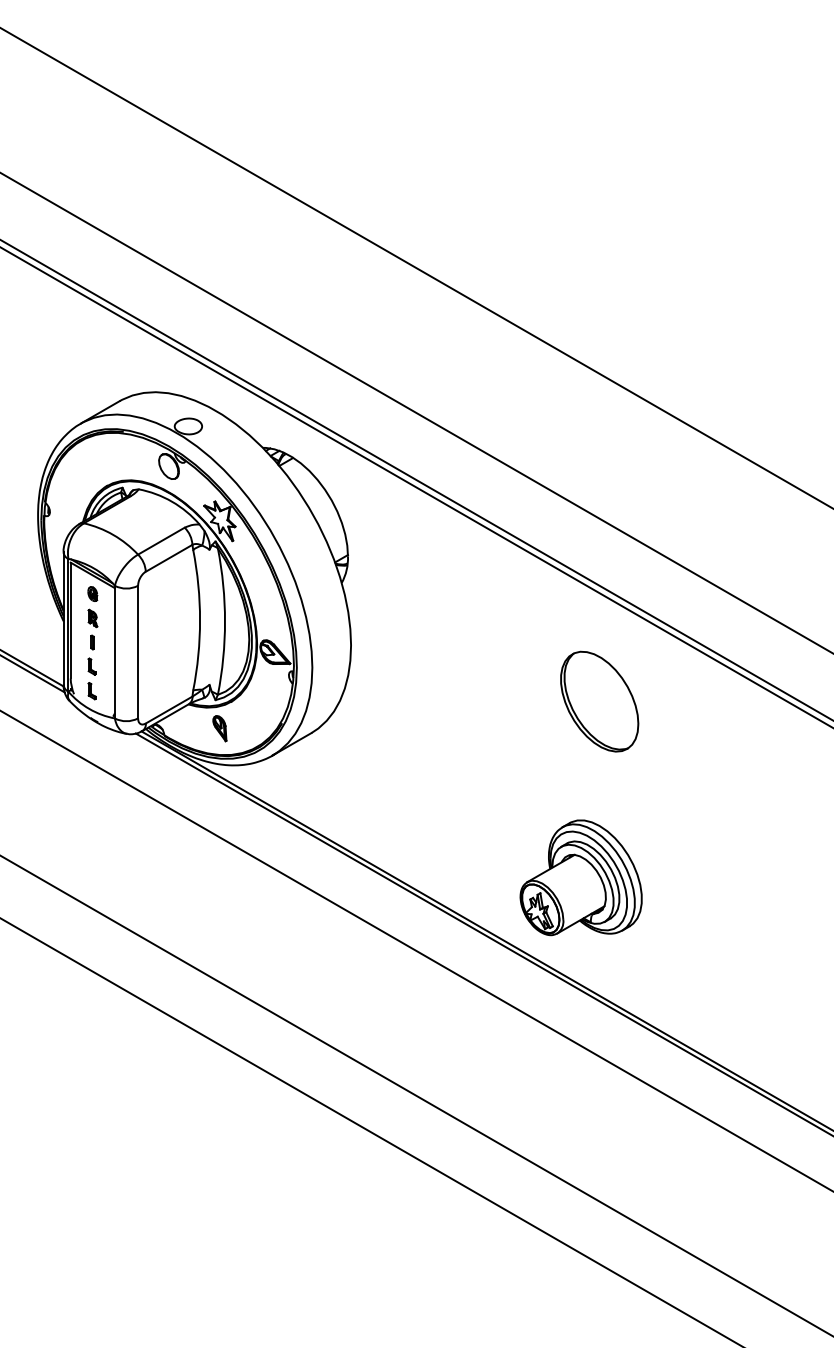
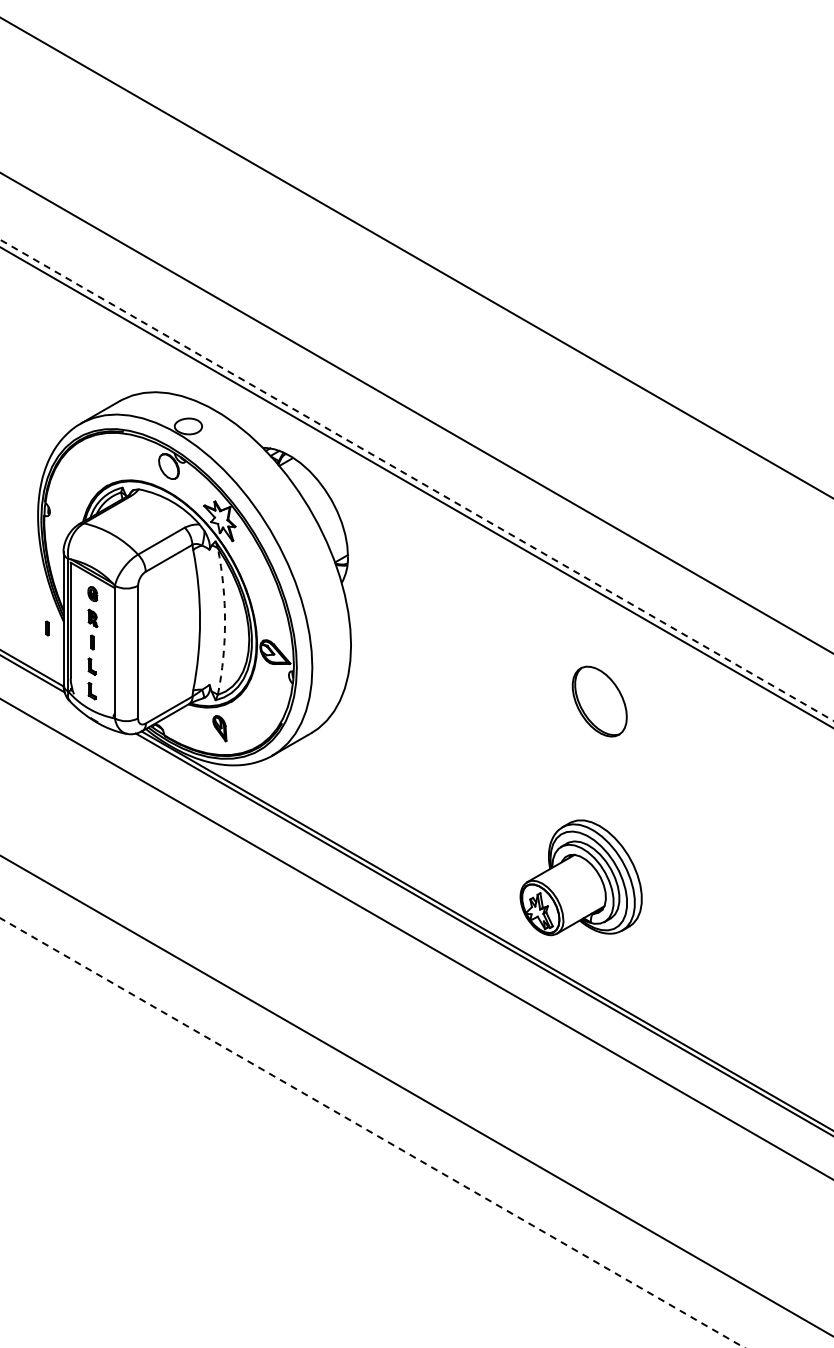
line at (416, 267) position: (416, 267) -> (416, 257)
line at (417, 480): solid -> dashed
arc at (225, 621): solid -> dashed
part at (47, 628): none -> present
part at (599, 701) size: 80x103 px -> 57x73 px
line at (416, 951) position: (416, 951) -> (416, 939)
line at (372, 1133): solid -> dashed
